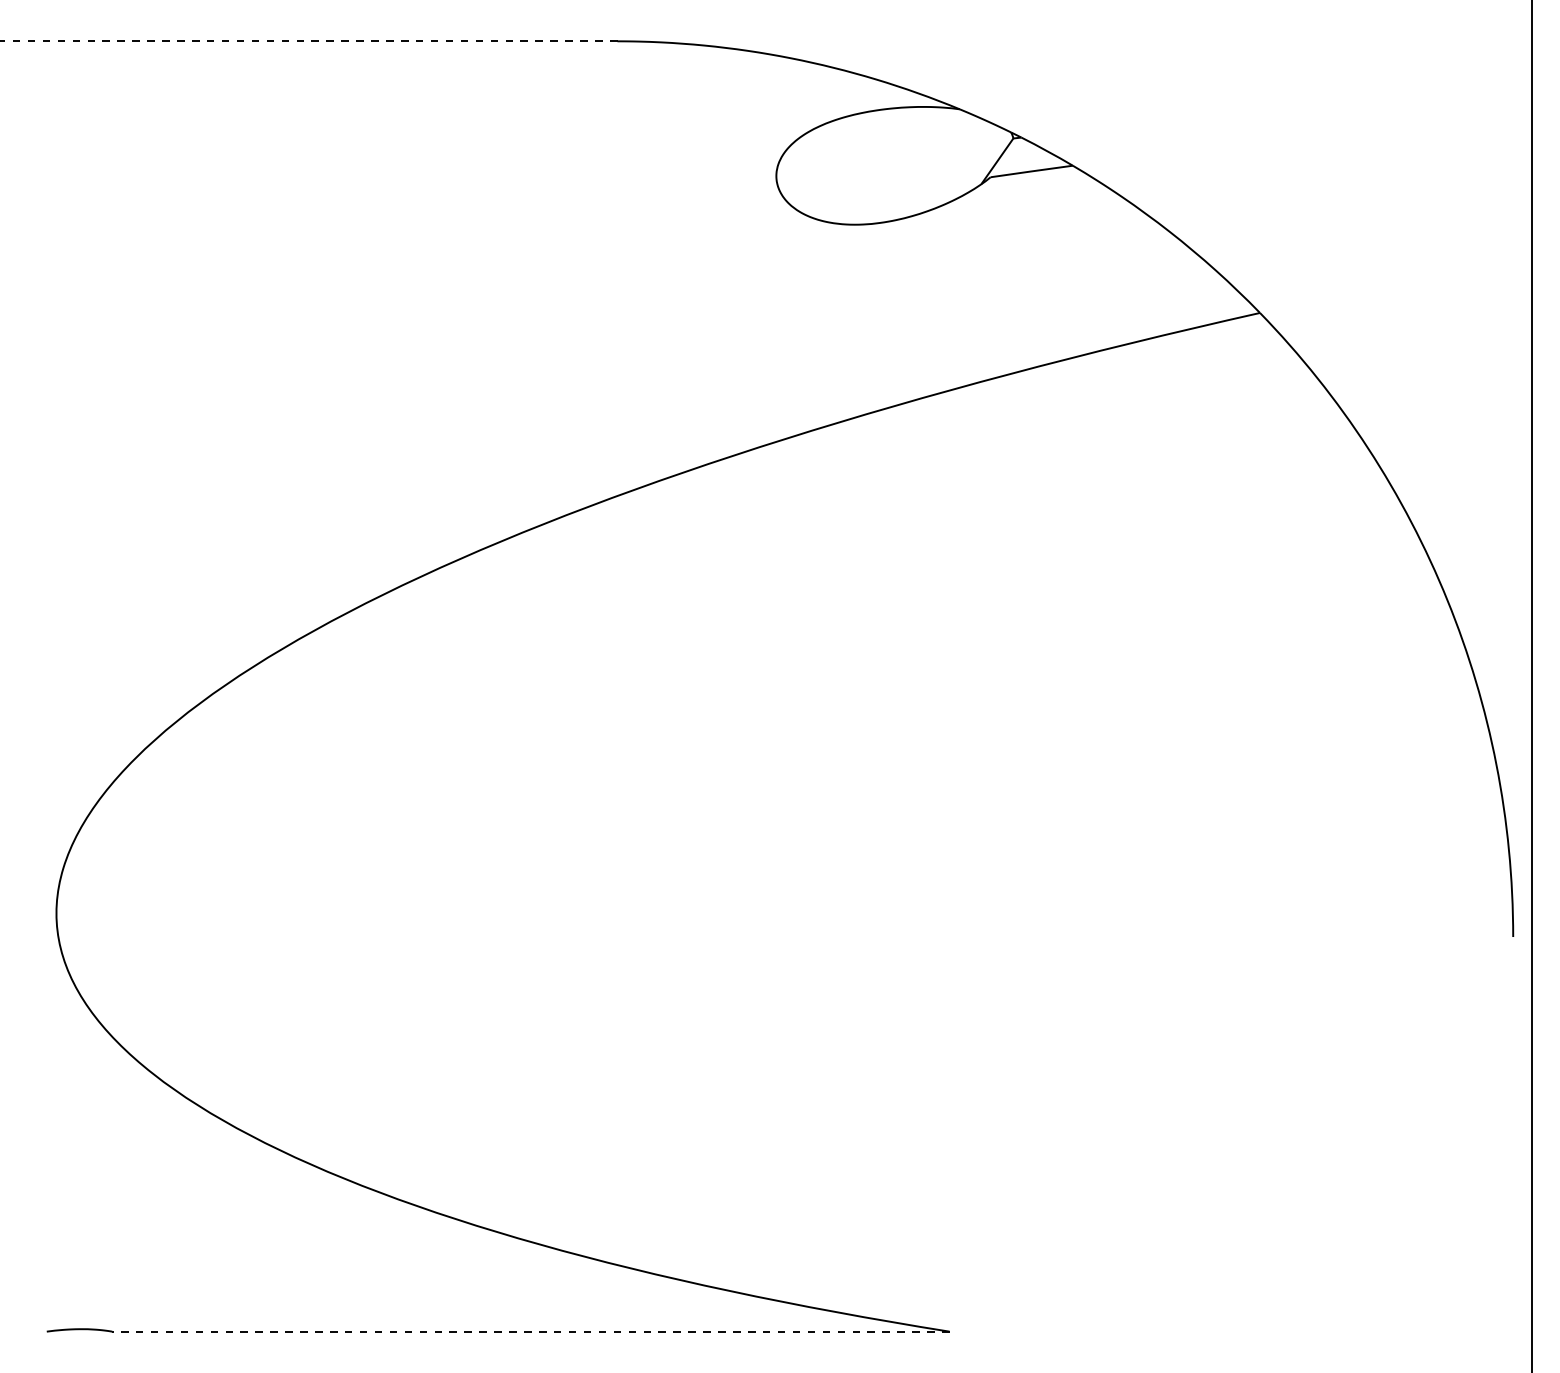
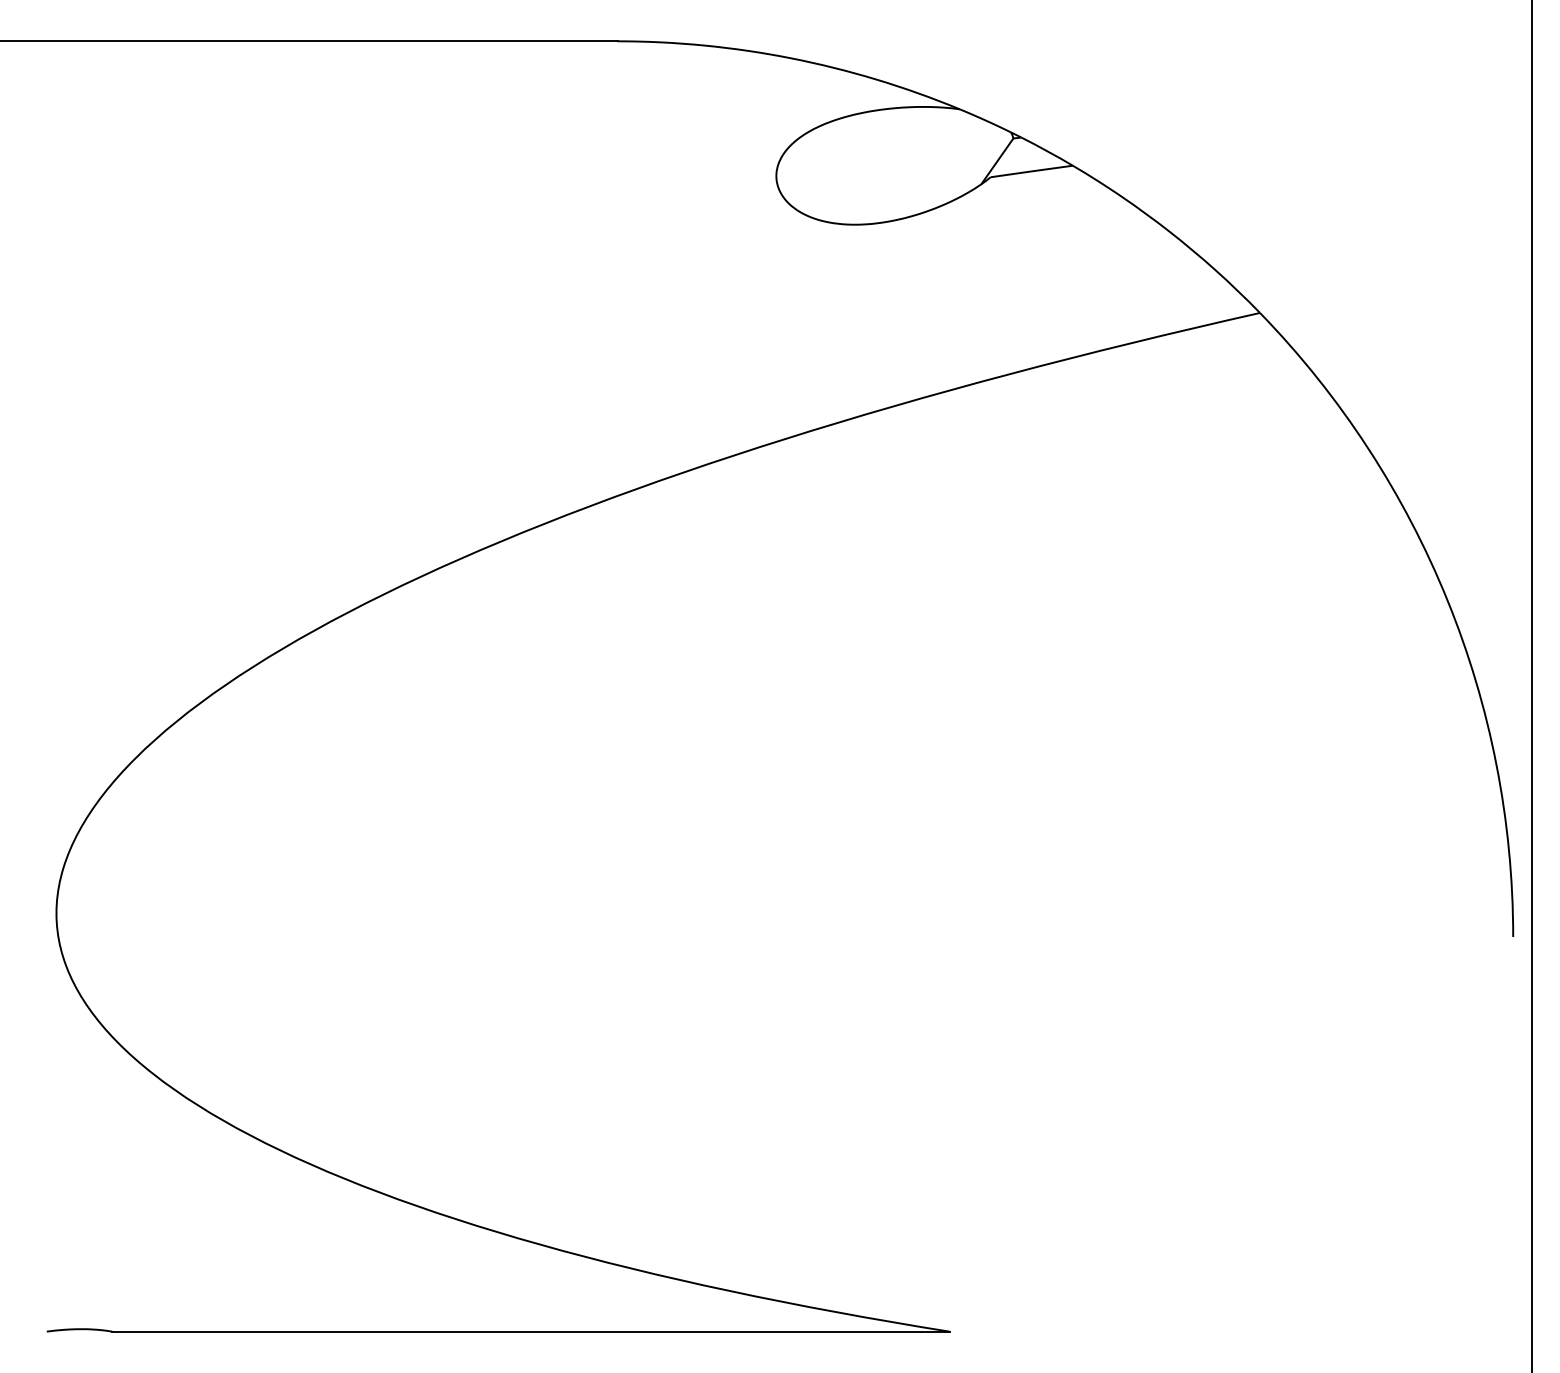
line at (308, 41): dashed -> solid
line at (530, 1331): dashed -> solid
